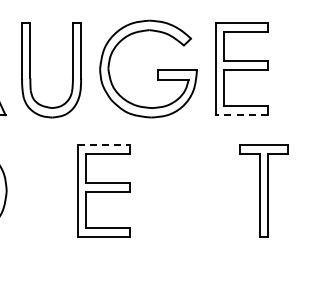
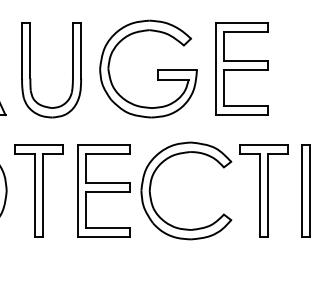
line at (241, 115): dashed -> solid
line at (103, 144): dashed -> solid
part at (151, 186): none -> present
part at (38, 190): none -> present
part at (305, 190): none -> present
